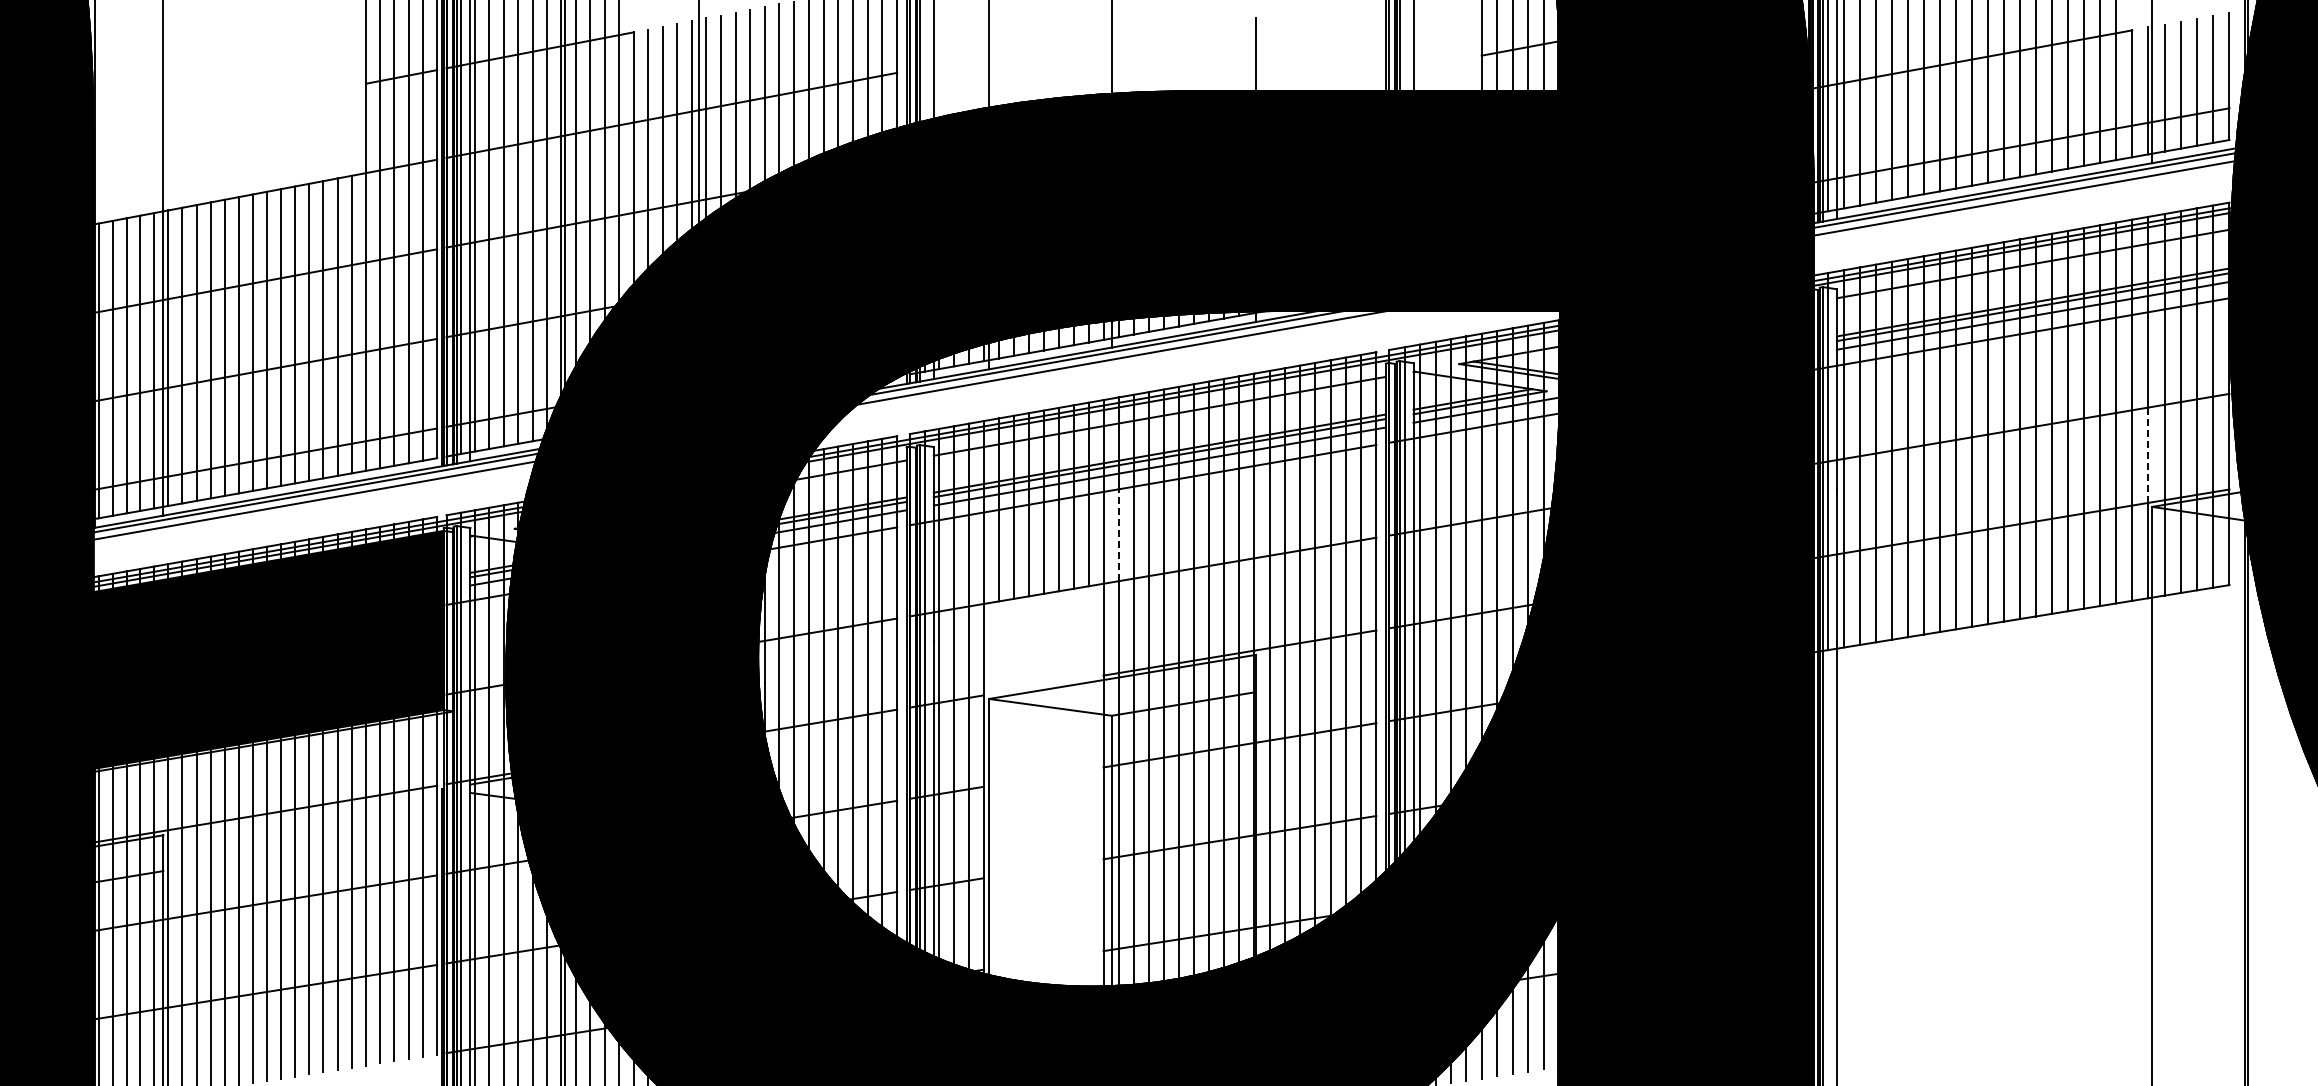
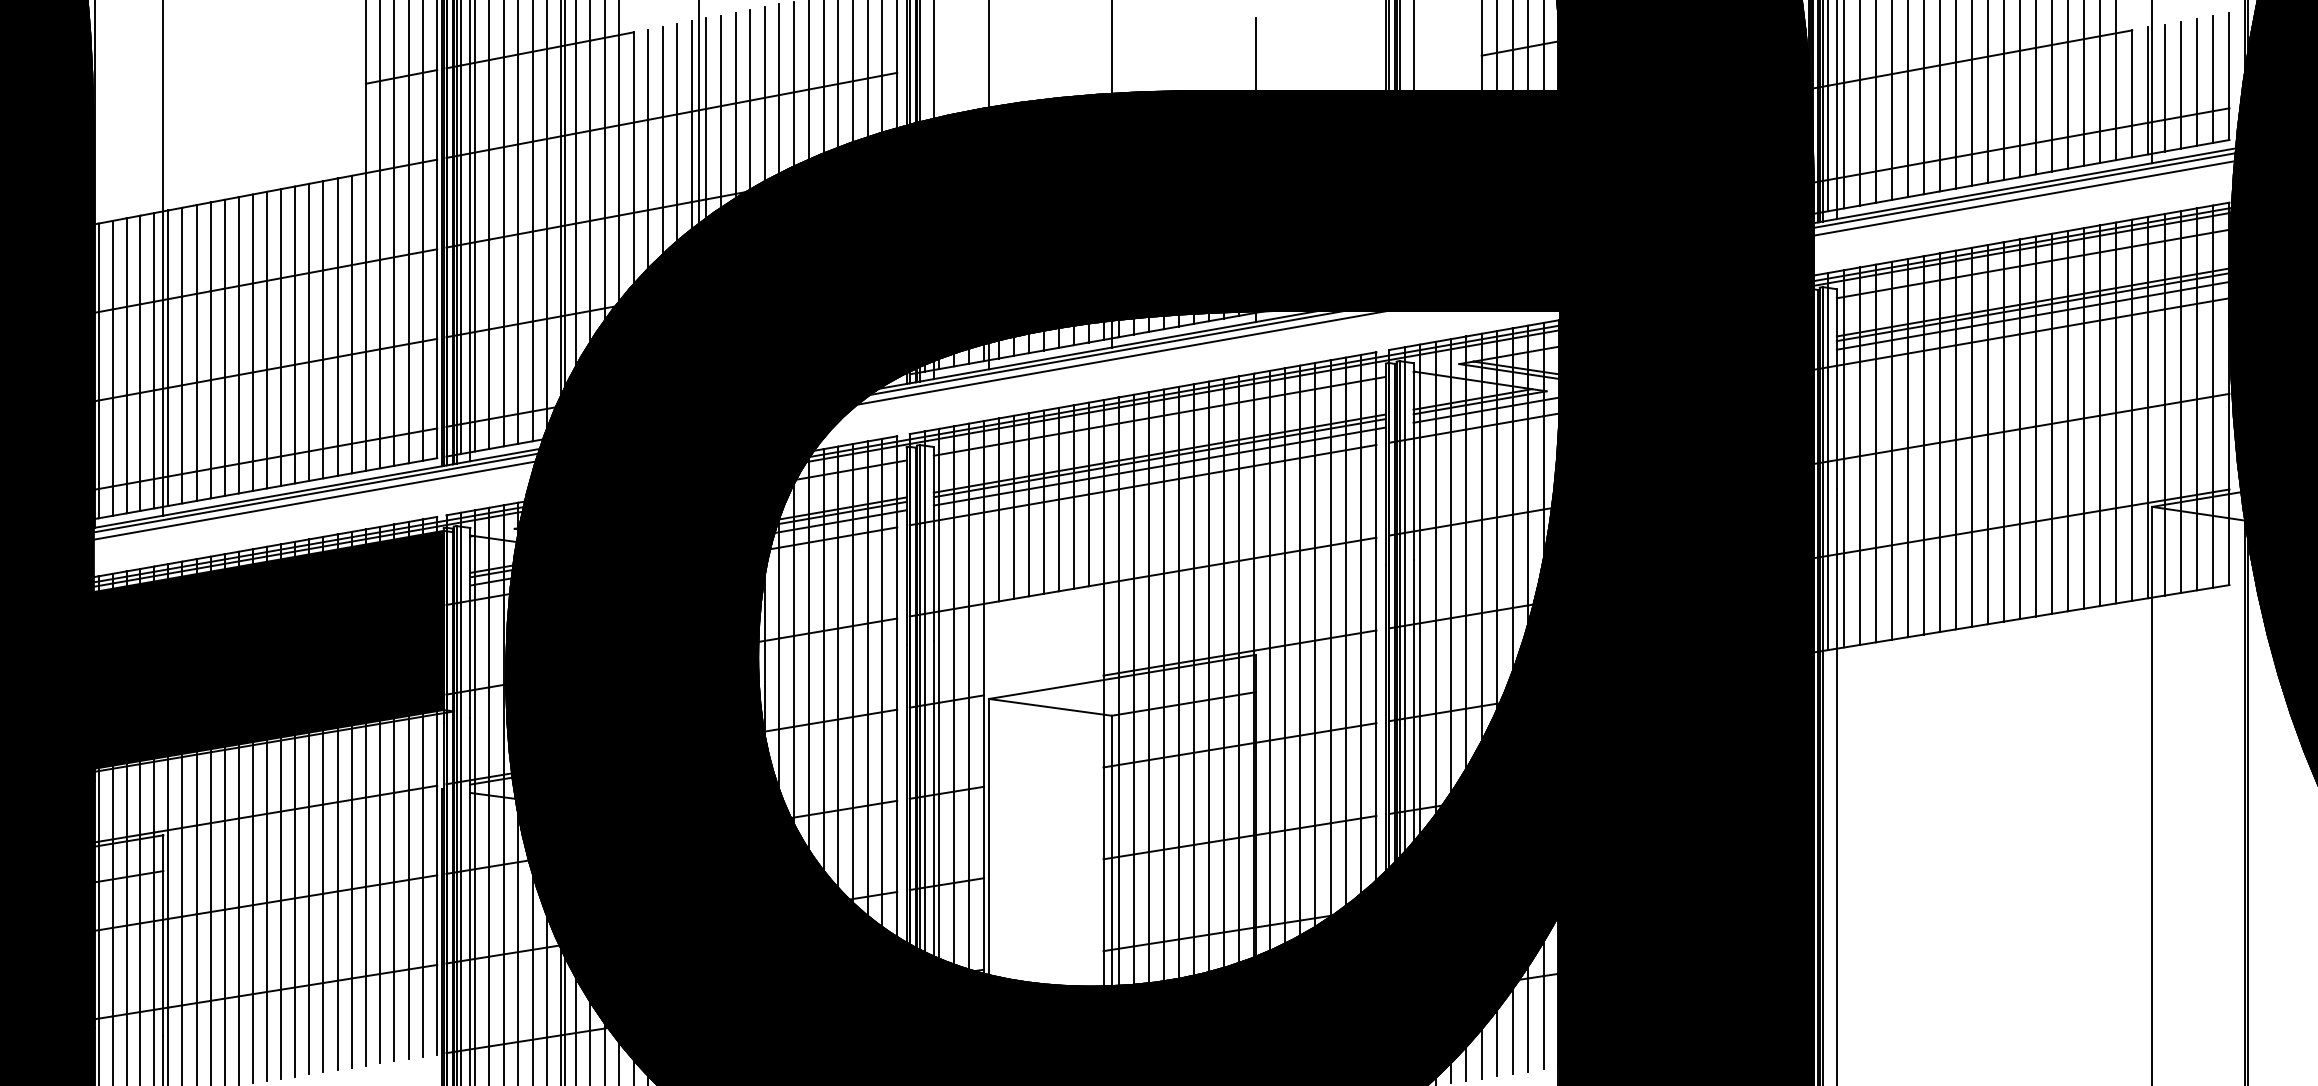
line at (2148, 455): dashed -> solid
line at (1118, 535): dashed -> solid
